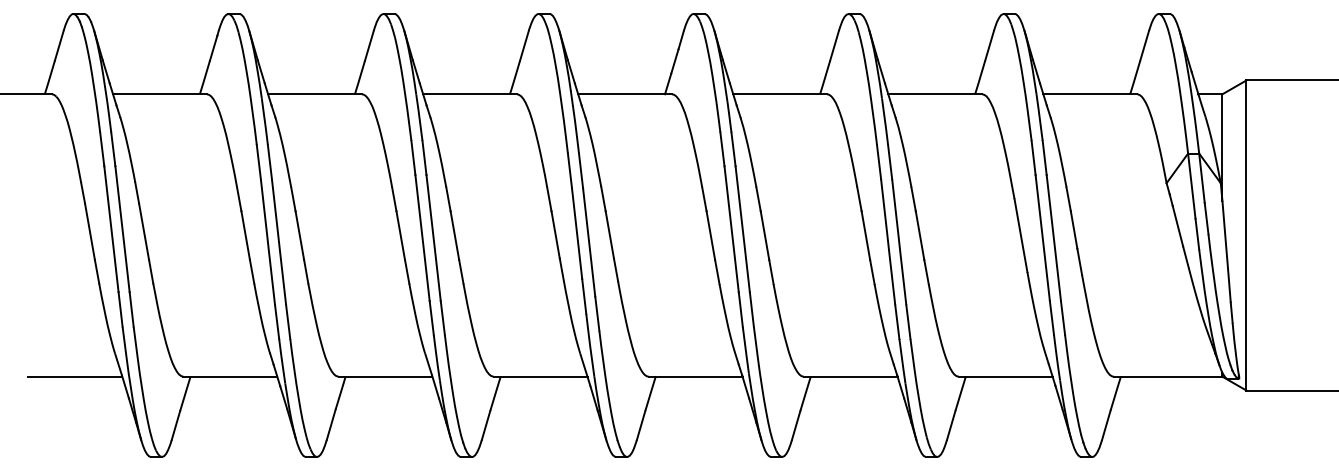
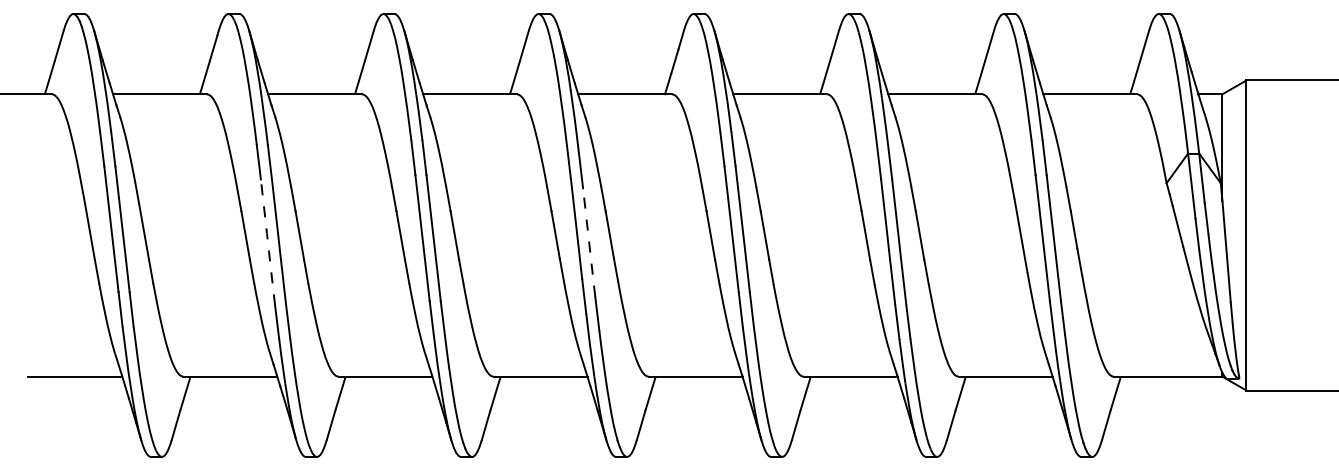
line at (589, 241): solid -> dashed
line at (267, 242): solid -> dashed
